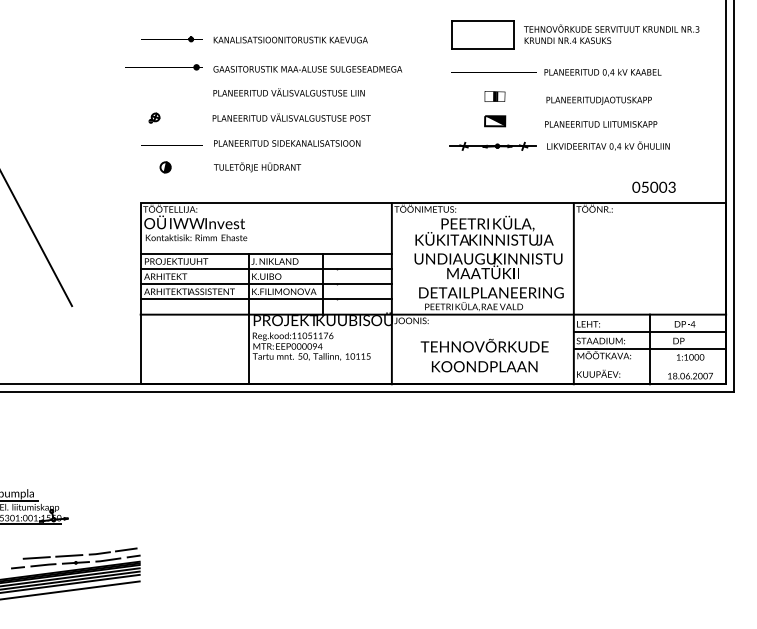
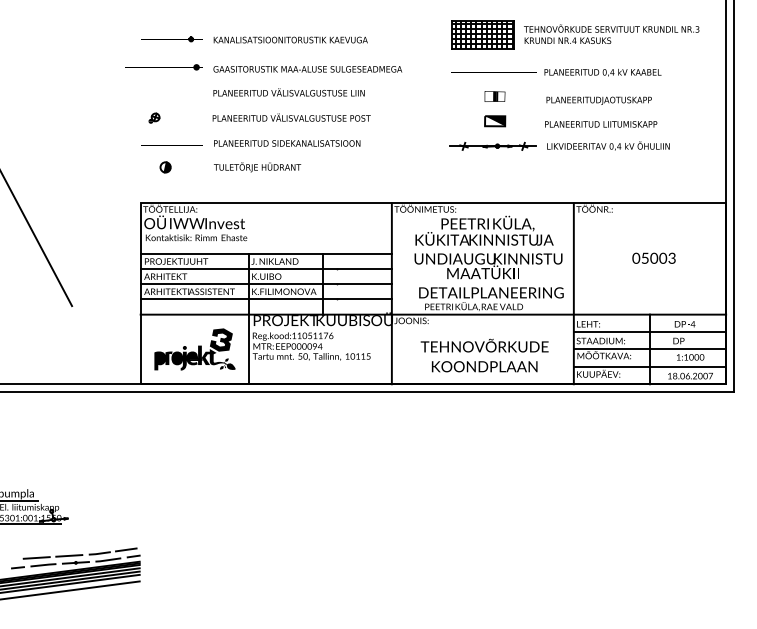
hatch at (482, 34): none -> present
text at (653, 186) position: (653, 186) -> (653, 257)
part at (194, 349): none -> present
line at (649, 366): none -> present
